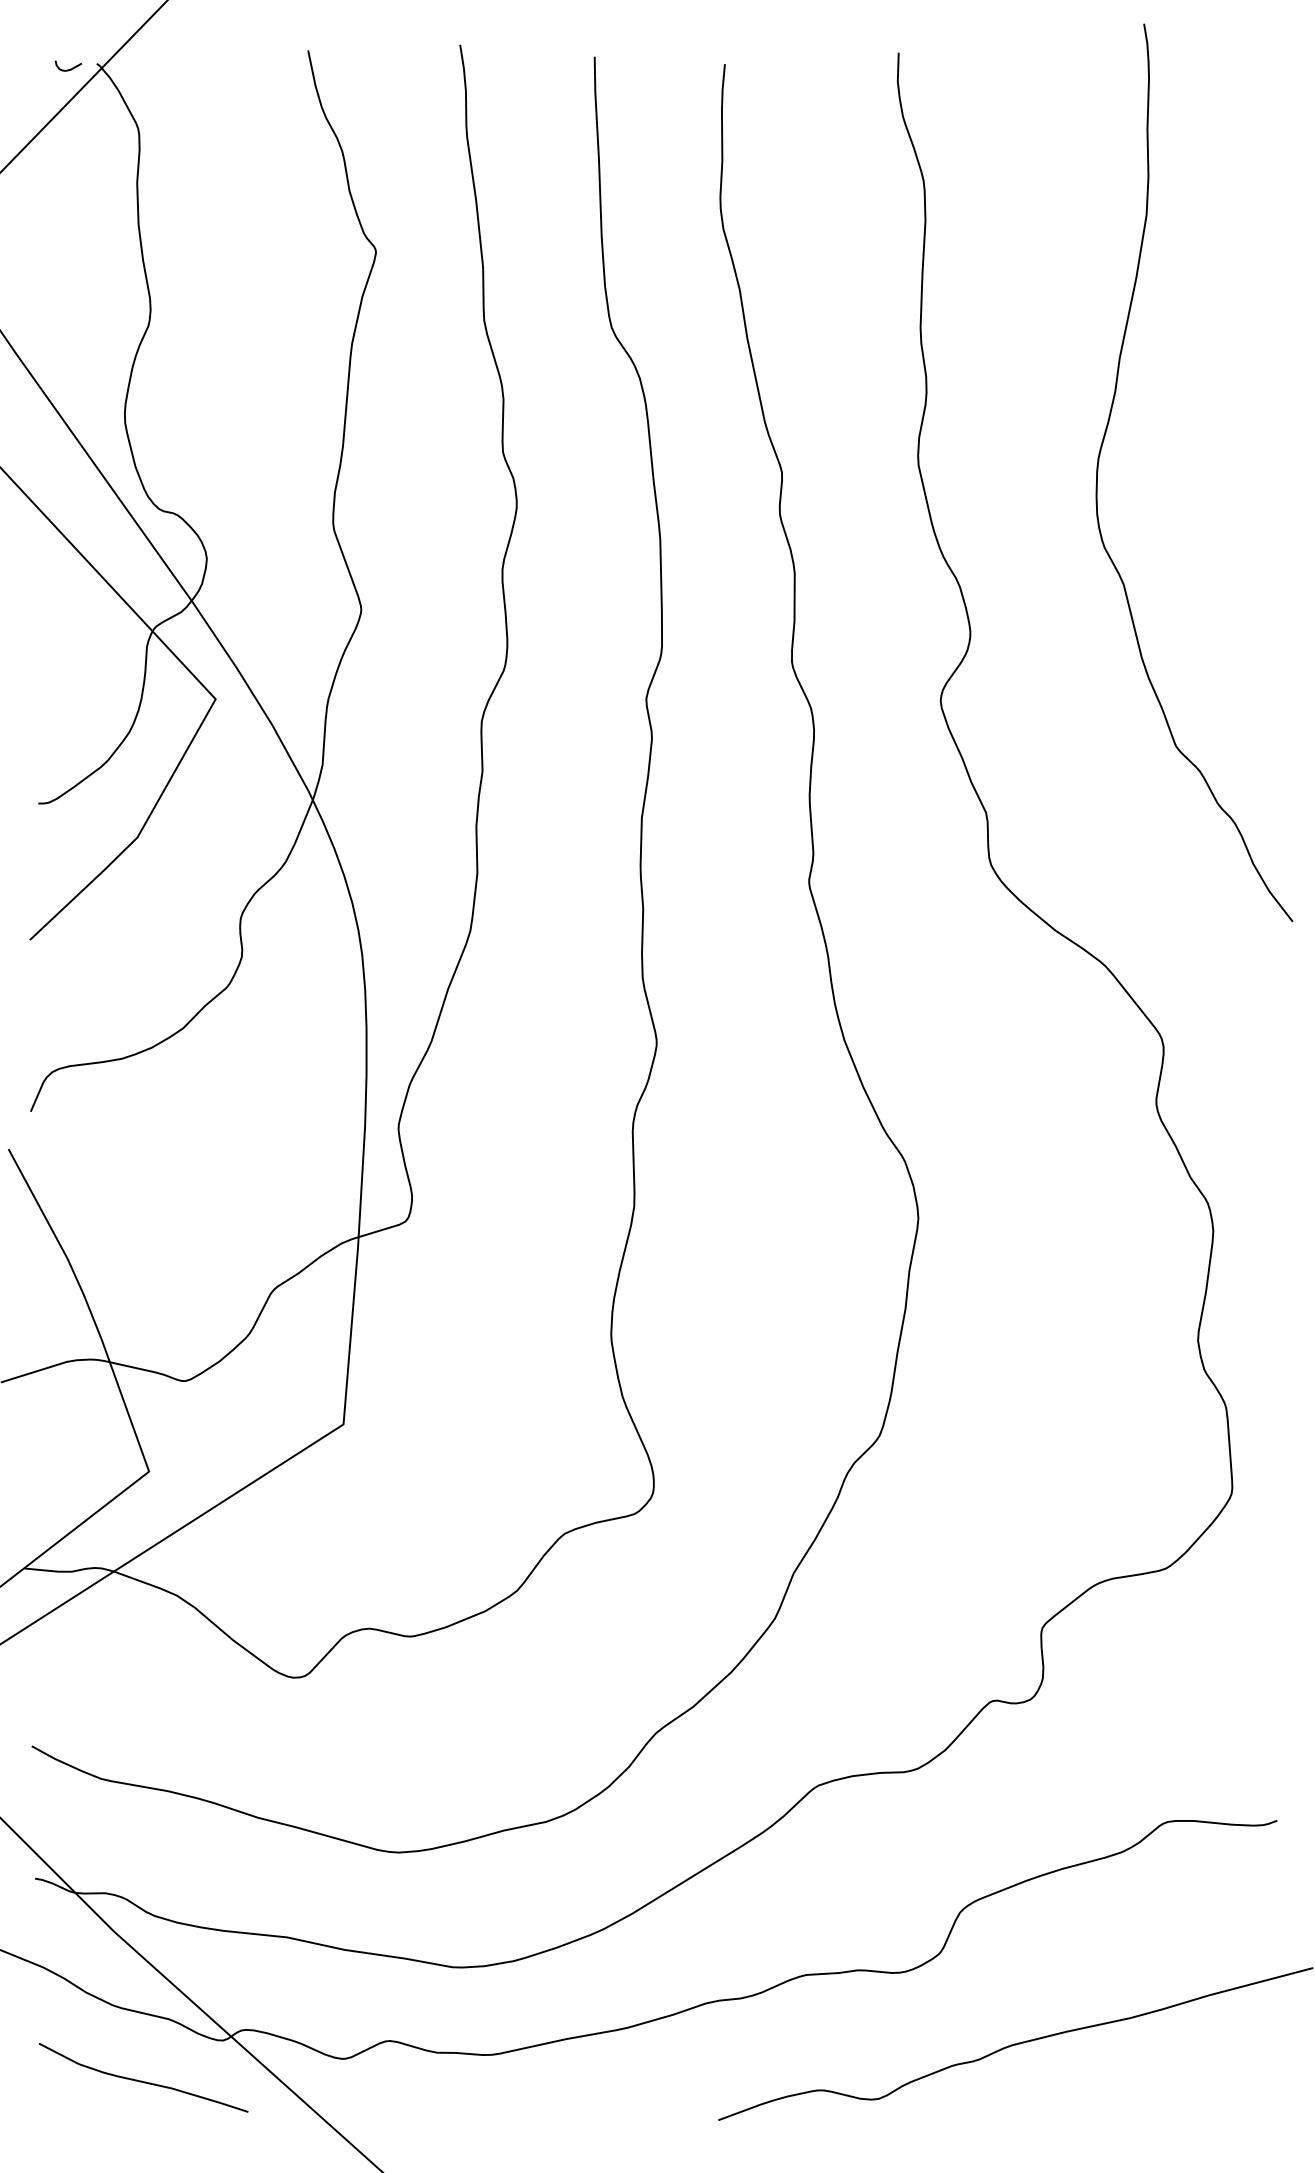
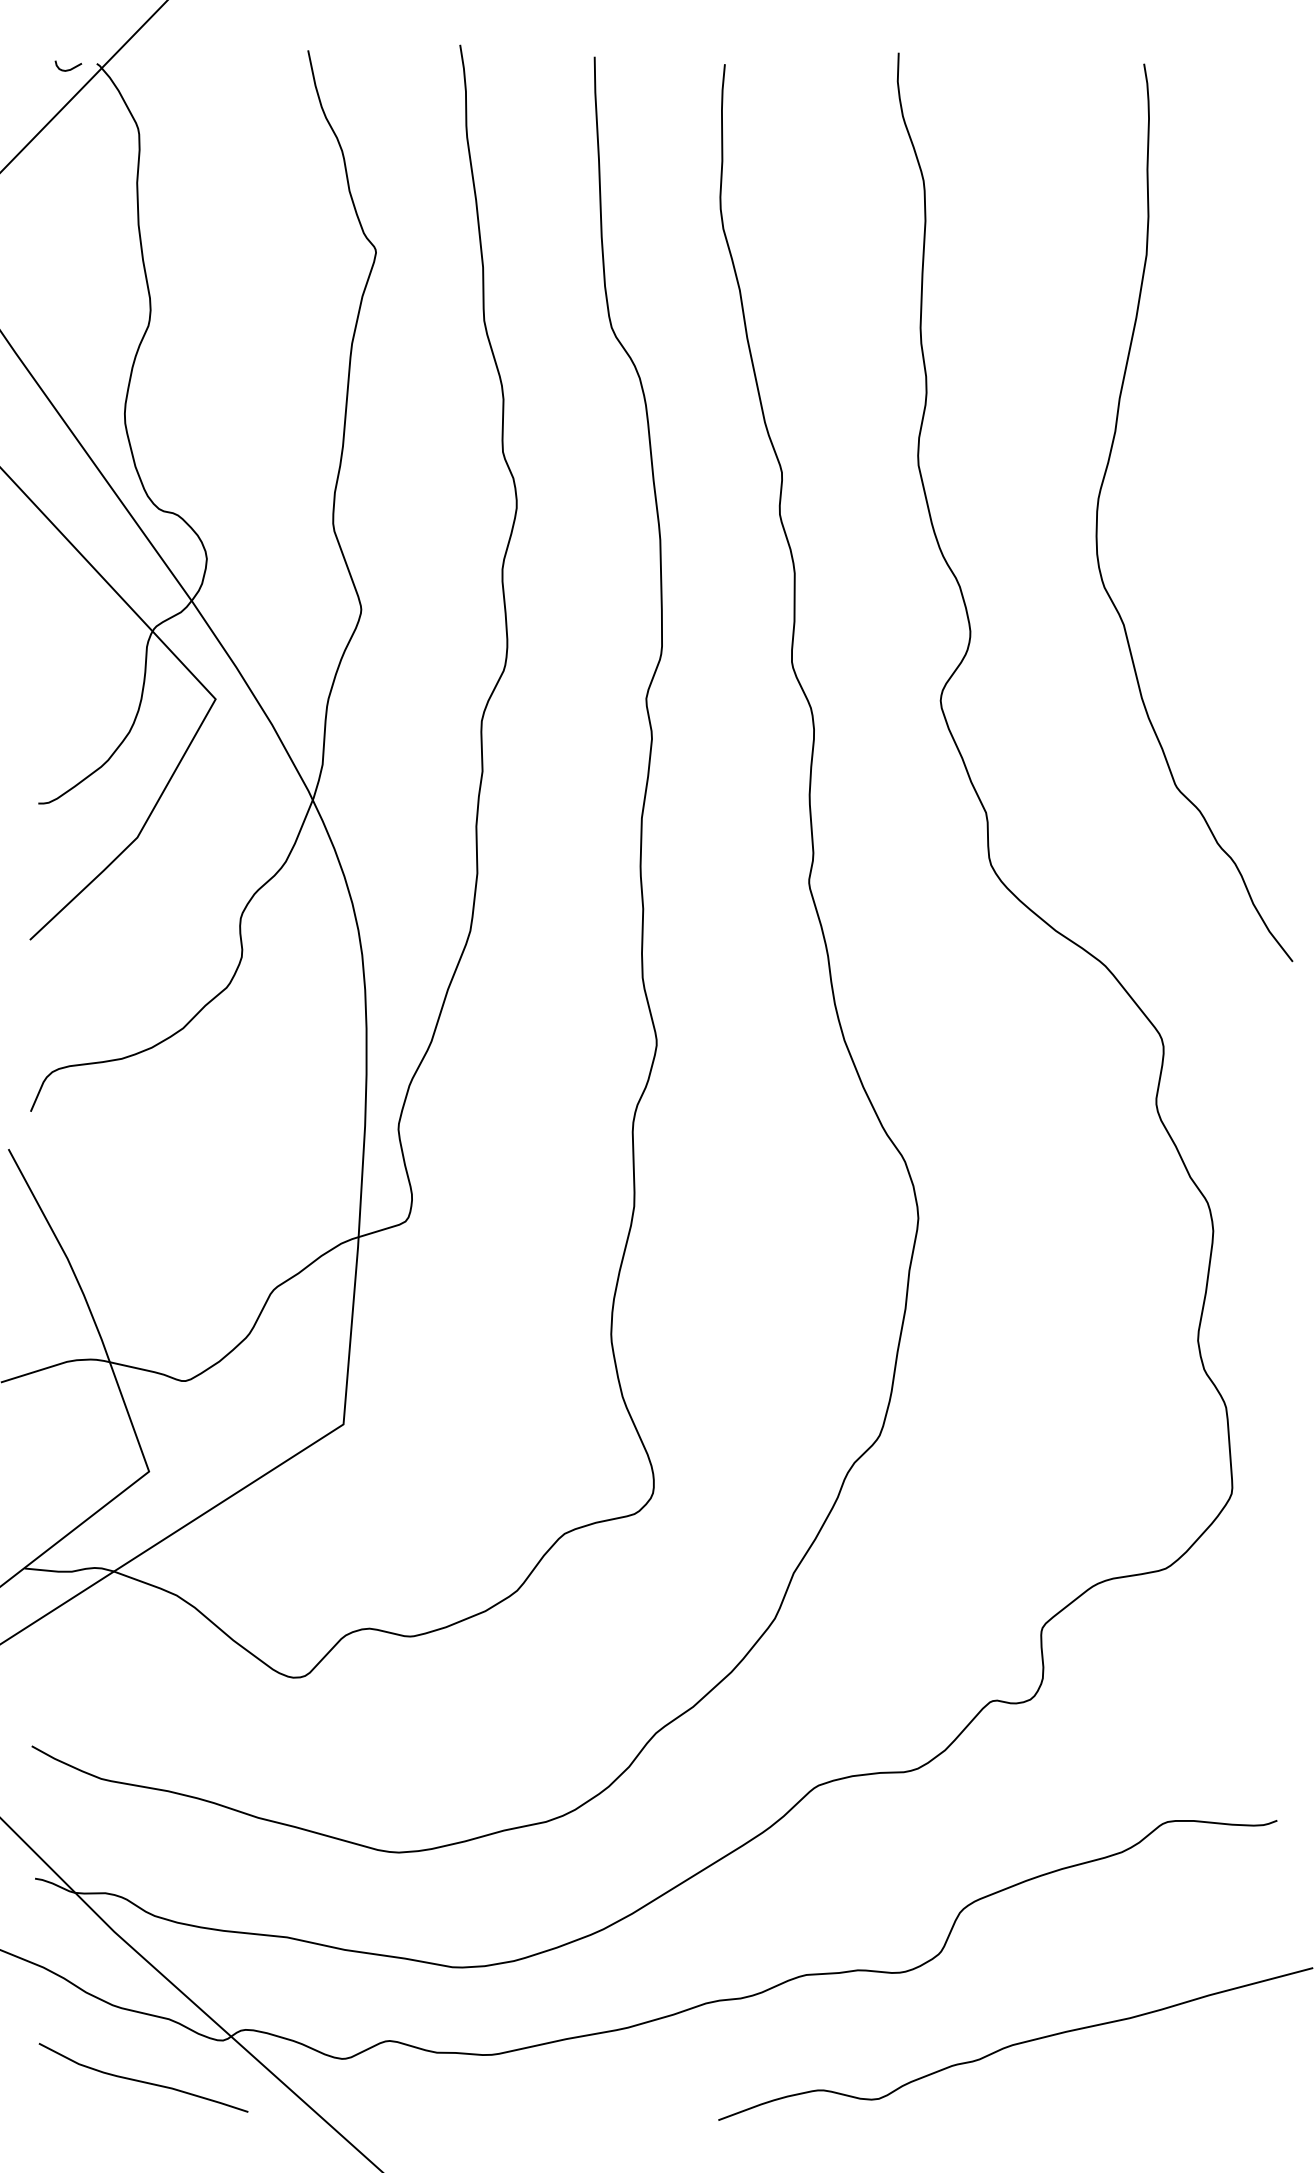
curve at (1102, 447) position: (1102, 447) -> (1102, 487)
